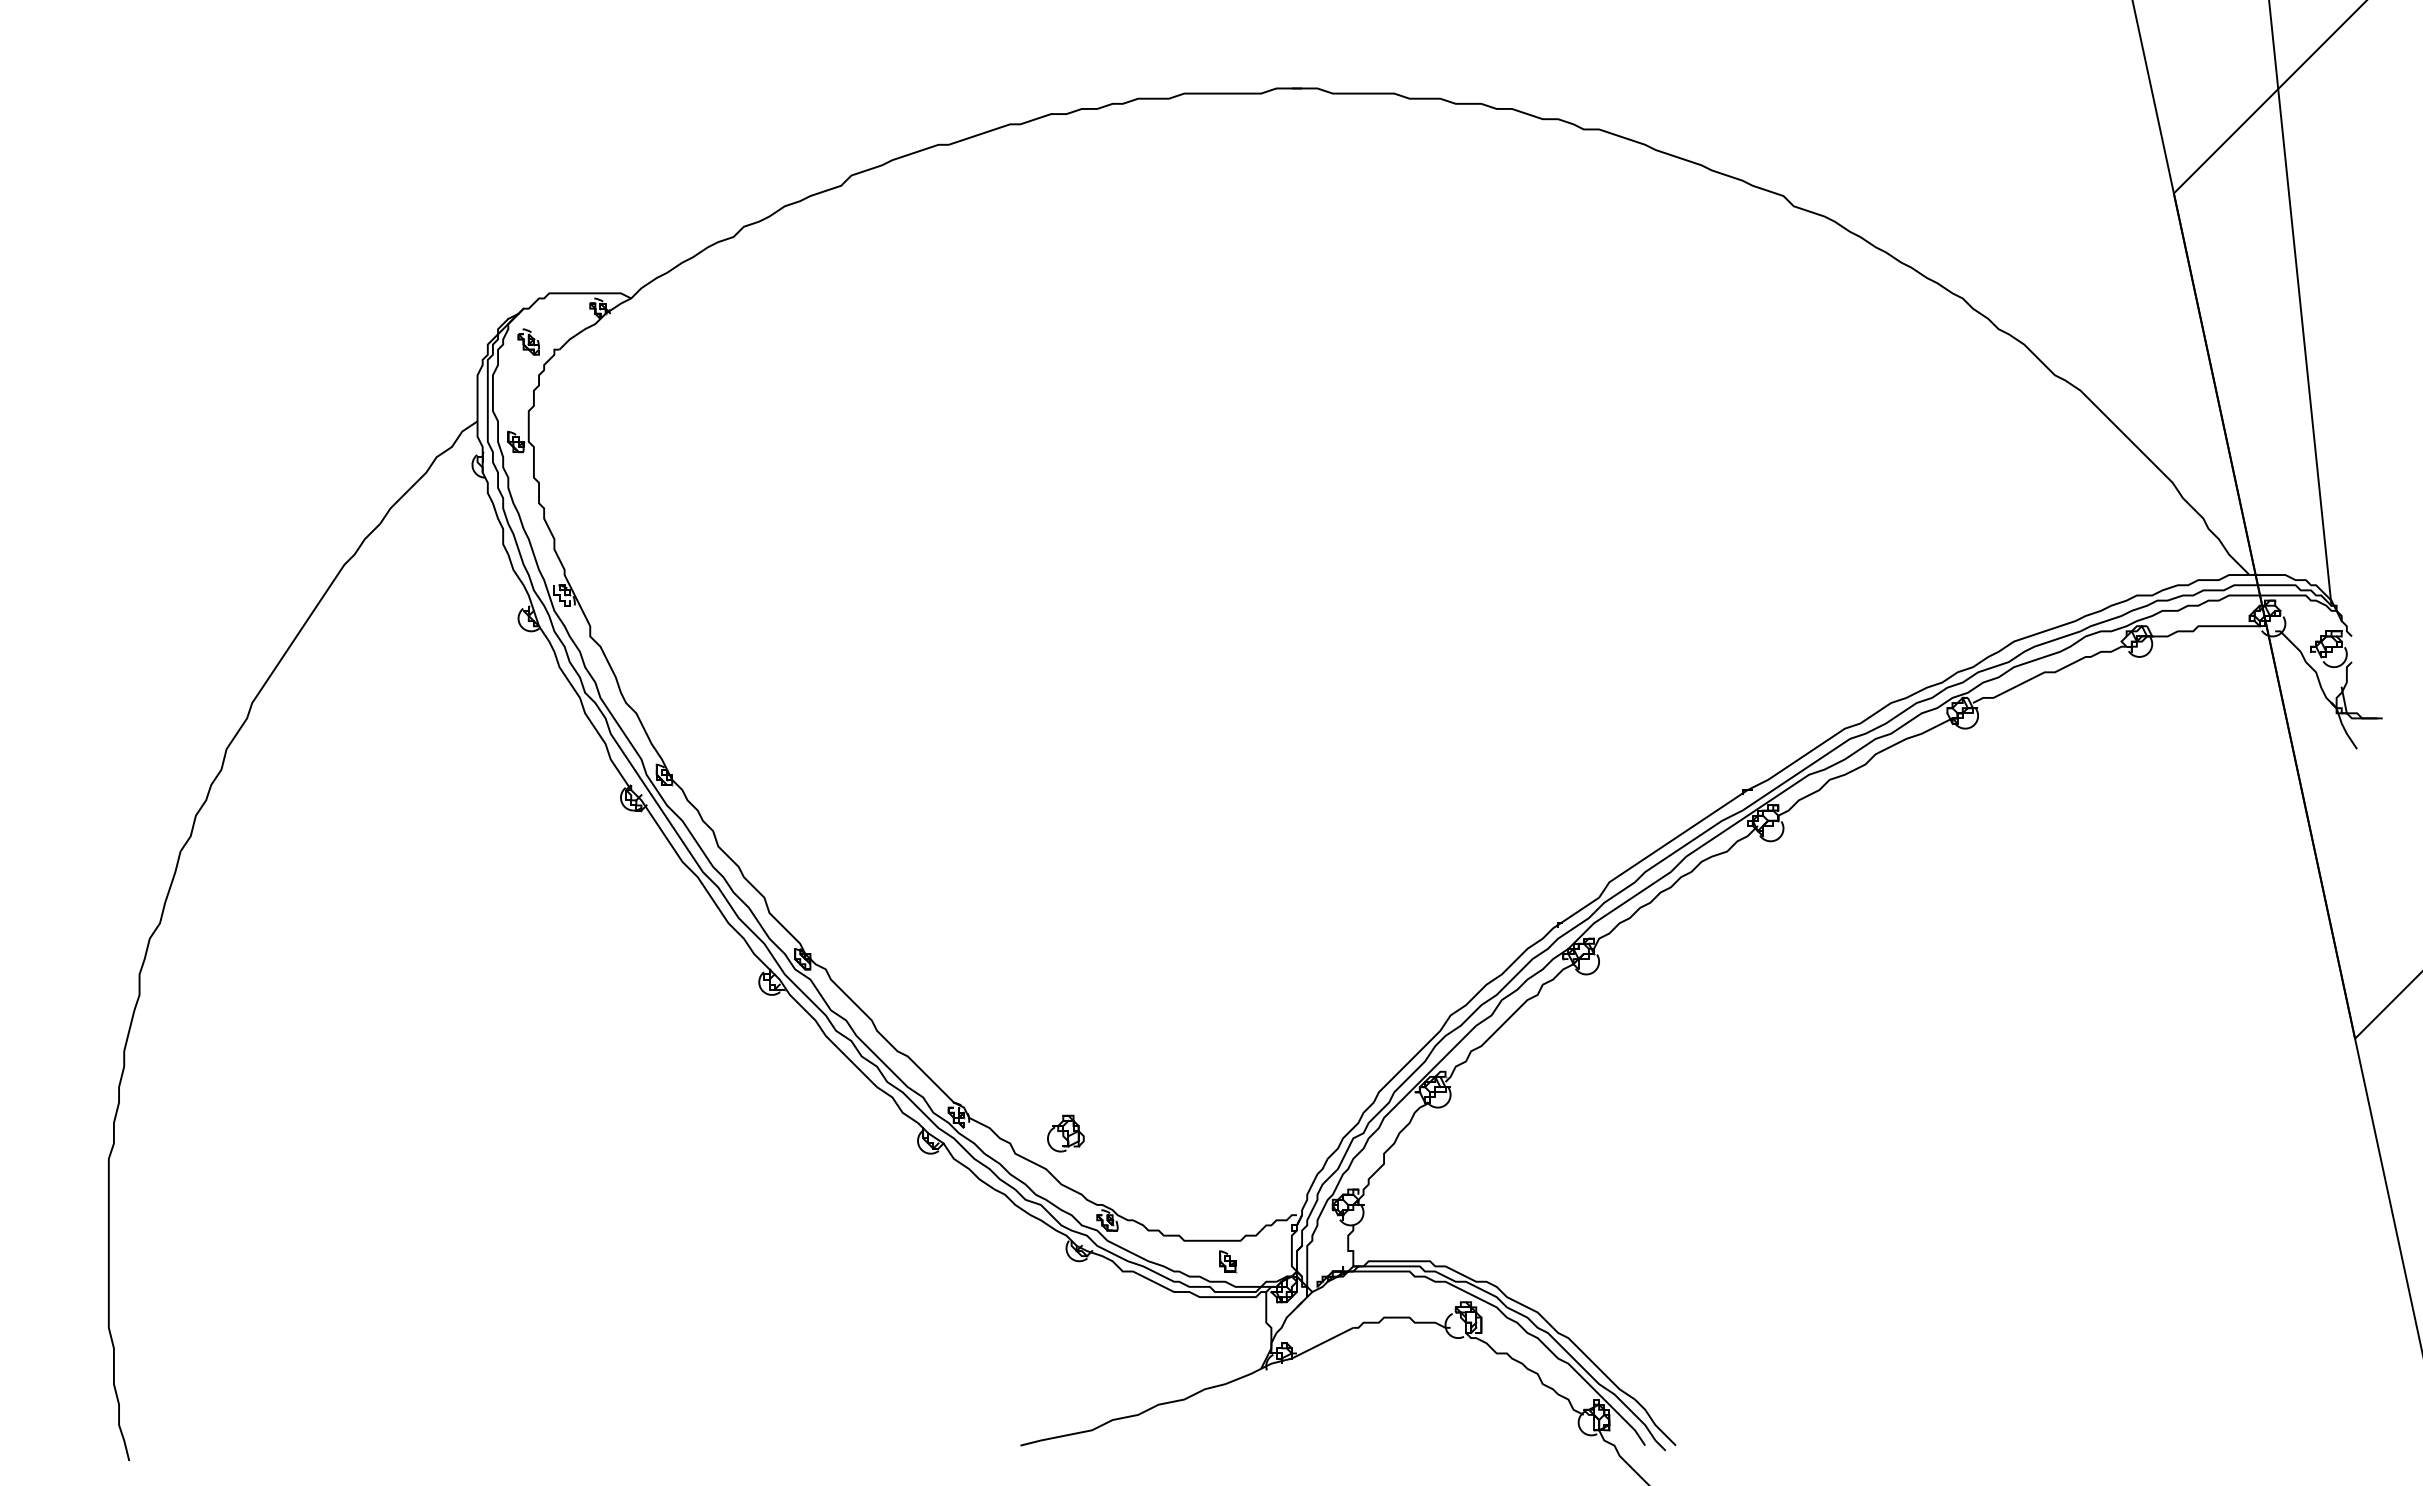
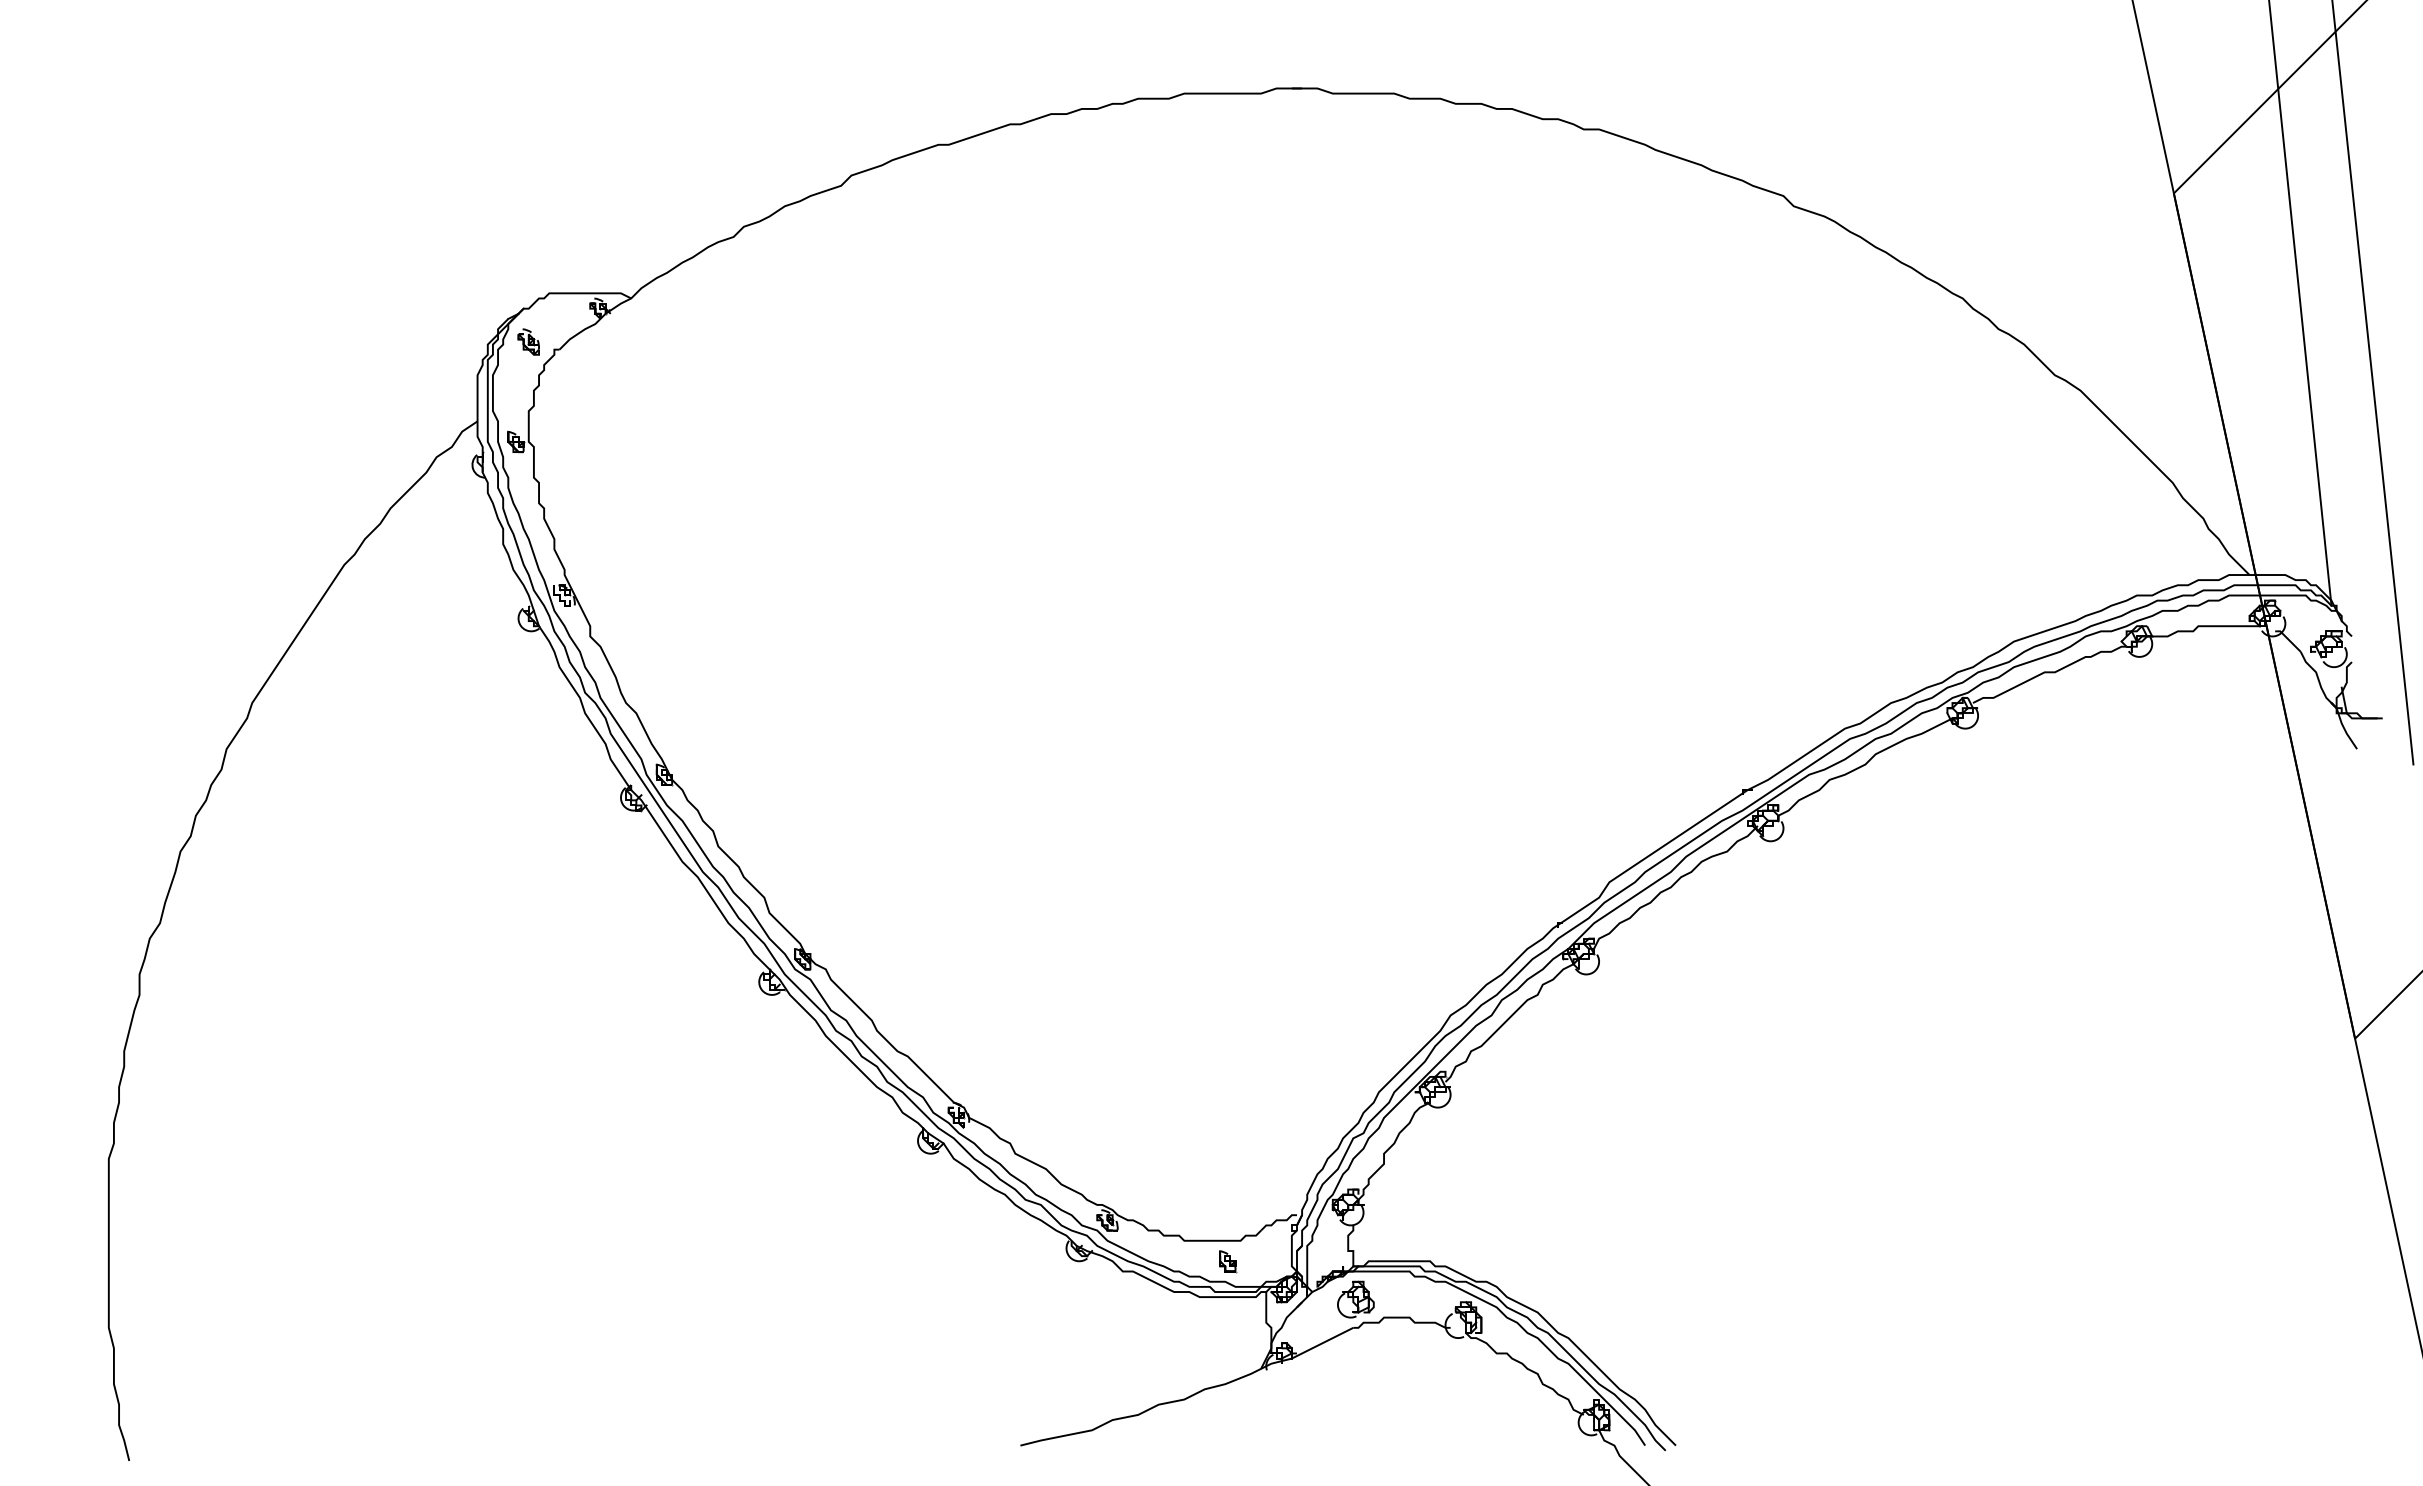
line at (2372, 383): none -> present
part at (1065, 1133) position: (1065, 1133) -> (1355, 1299)
